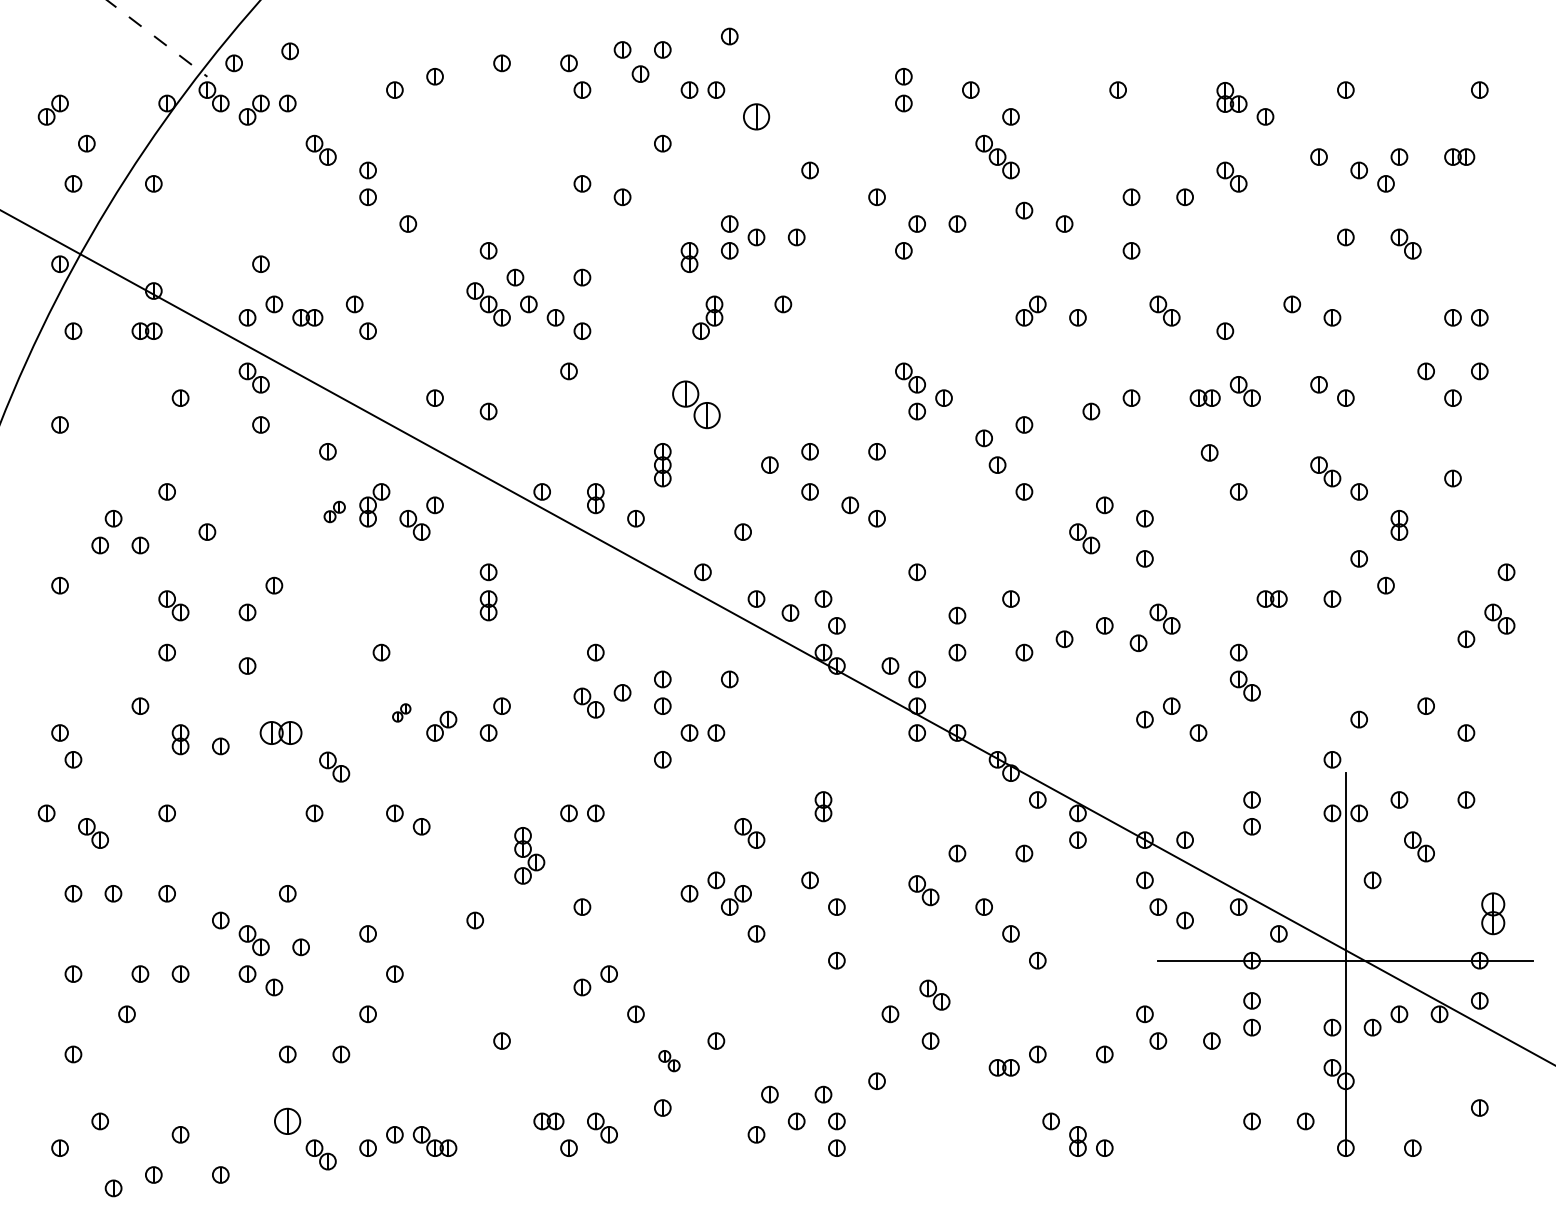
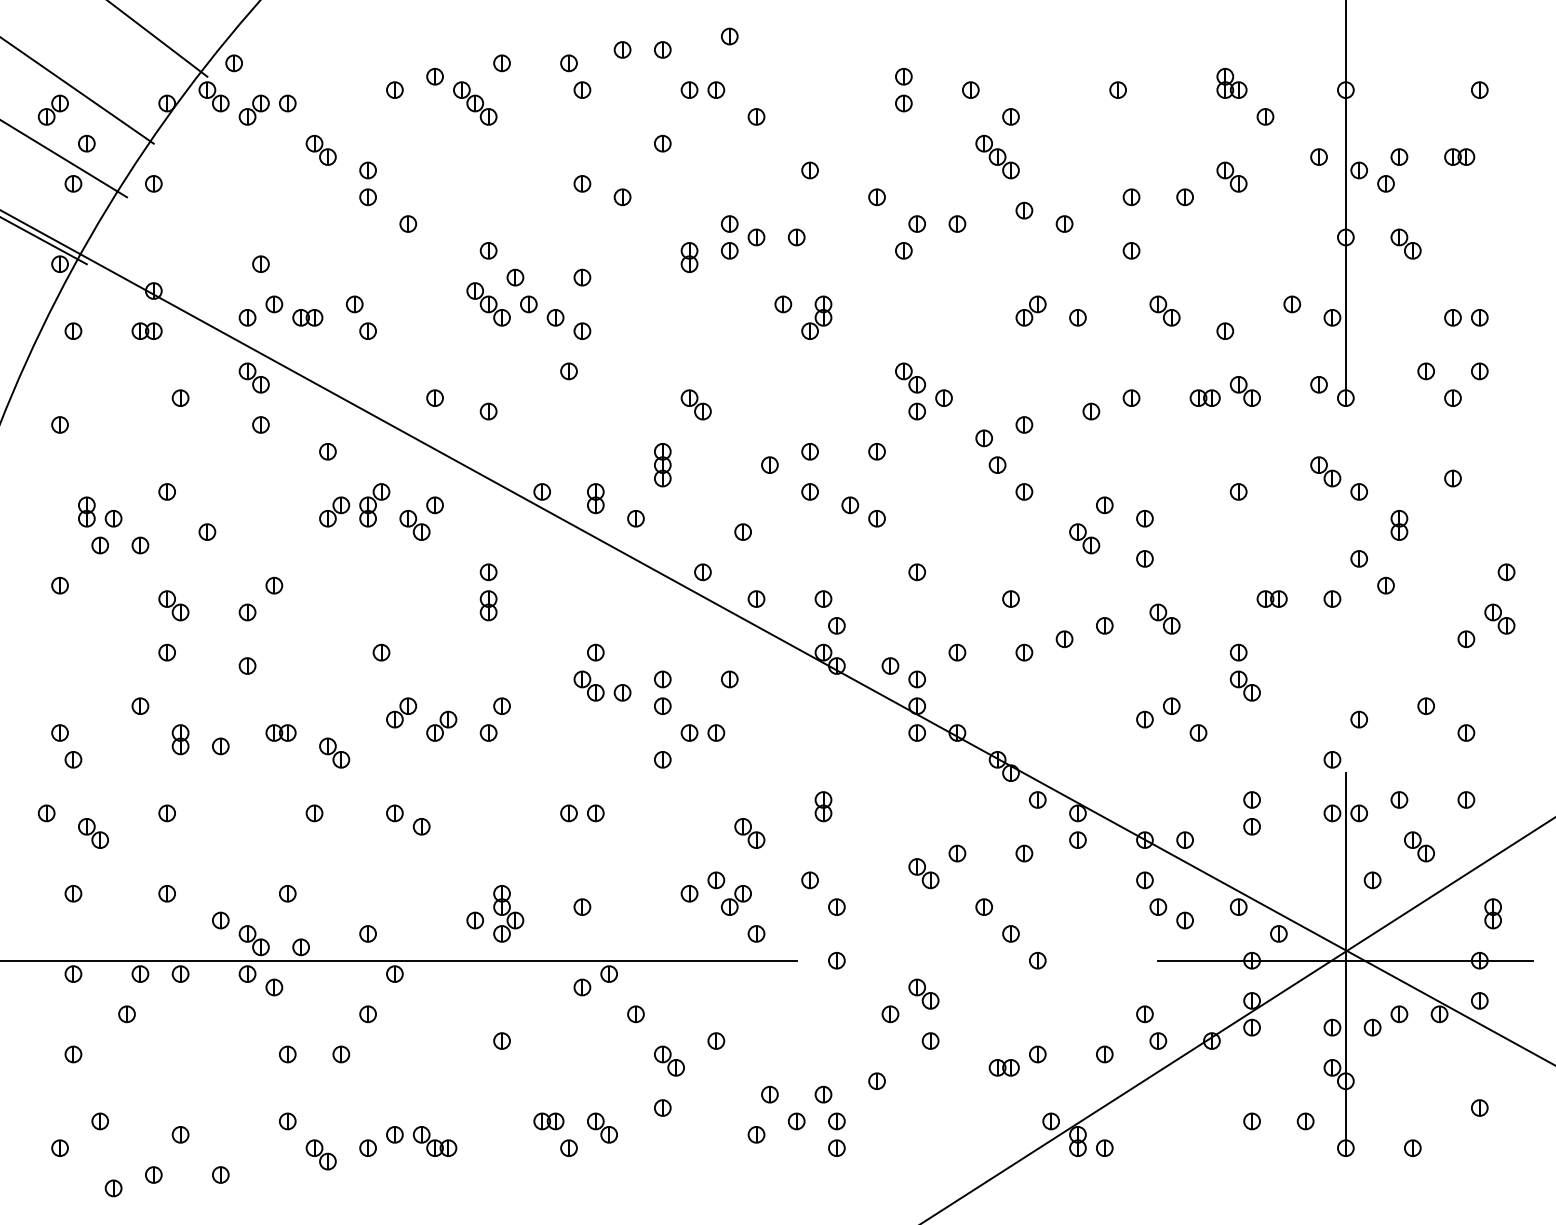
line at (157, 38): dashed -> solid
part at (289, 51): present -> none
part at (640, 73): present -> none
line at (77, 90): none -> present
part at (1231, 97) position: (1231, 97) -> (1231, 83)
part at (475, 103): none -> present
part at (756, 116) size: 28x28 px -> 19x18 px
line at (64, 159): none -> present
line at (1345, 200): none -> present
line at (44, 241): none -> present
part at (707, 317) position: (707, 317) -> (816, 317)
part at (696, 404) size: 49x50 px -> 32x32 px
part at (1209, 452): present -> none
part at (86, 511): none -> present
part at (334, 511) size: 23x24 px -> 32x32 px
part at (790, 612): present -> none
part at (957, 615): present -> none
part at (1138, 642): present -> none
part at (588, 702) position: (588, 702) -> (588, 685)
part at (401, 712) size: 20x20 px -> 32x32 px
part at (280, 732) size: 44x24 px -> 32x18 px
part at (334, 766) position: (334, 766) -> (334, 752)
part at (529, 855) position: (529, 855) -> (508, 913)
part at (923, 890) position: (923, 890) -> (923, 873)
part at (113, 893): present -> none
part at (1493, 913) size: 25x44 px -> 18x32 px
line at (399, 960): none -> present
part at (934, 994) position: (934, 994) -> (923, 993)
line at (1238, 1020): none -> present
part at (669, 1061) size: 23x23 px -> 31x32 px
part at (287, 1120) size: 28x28 px -> 18x19 px
